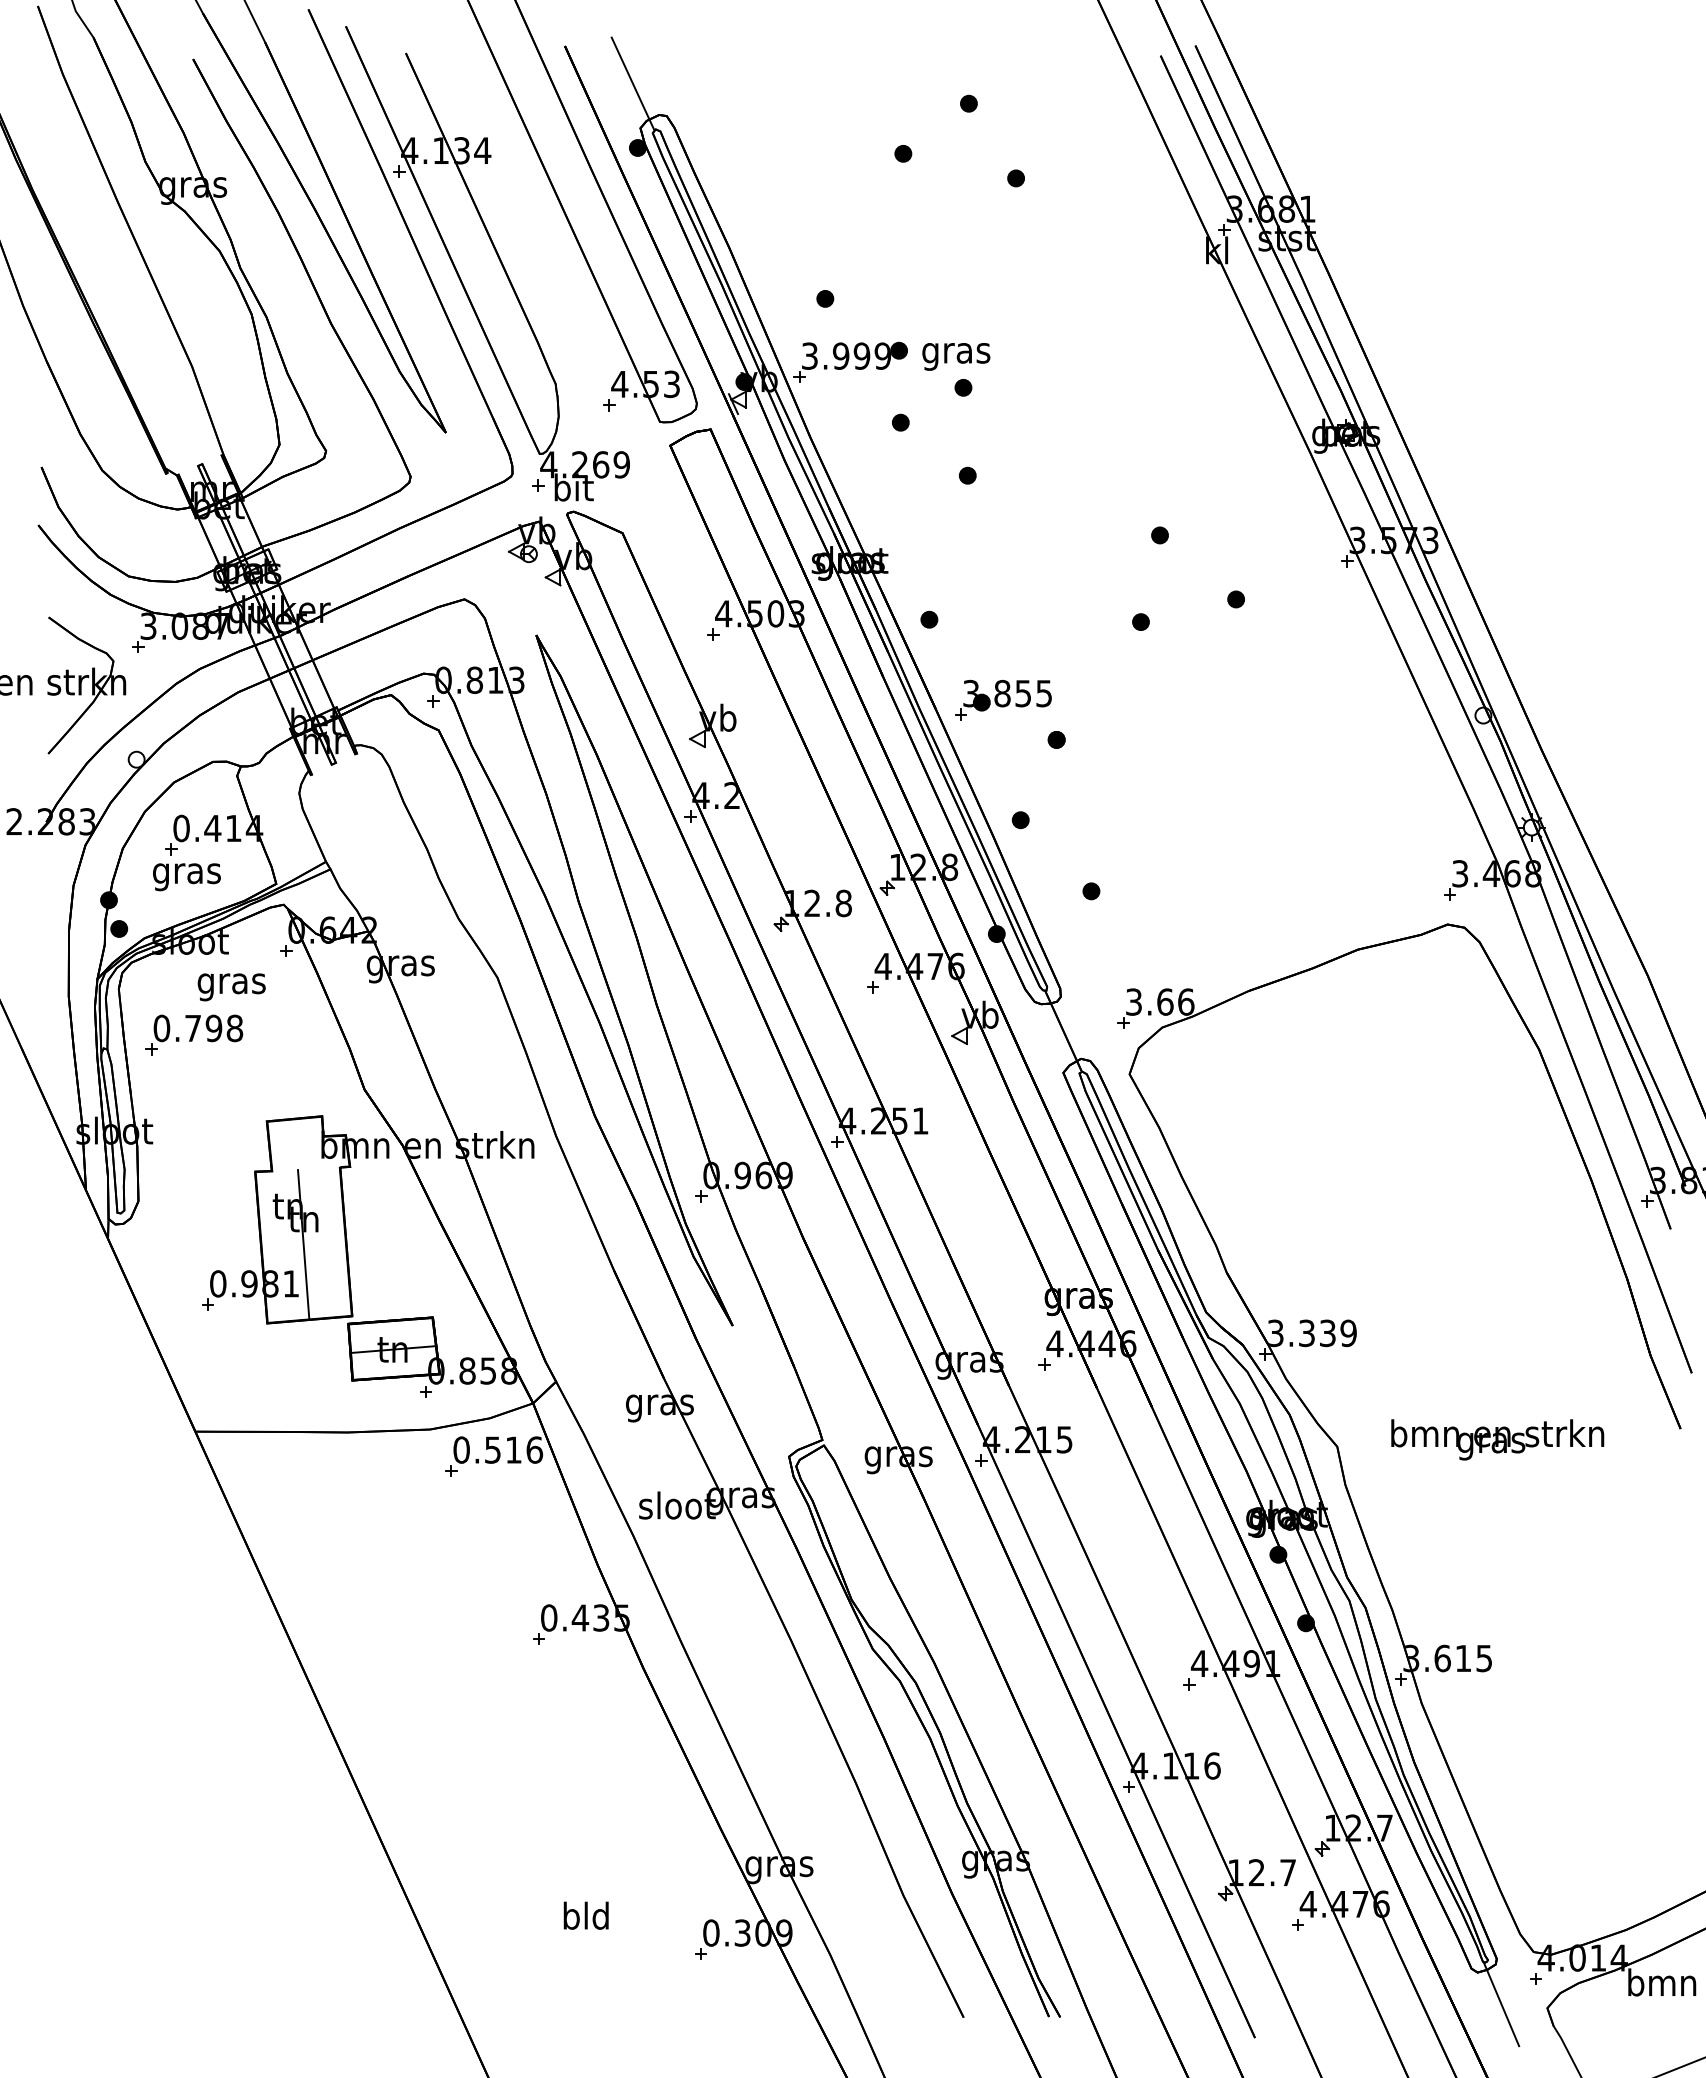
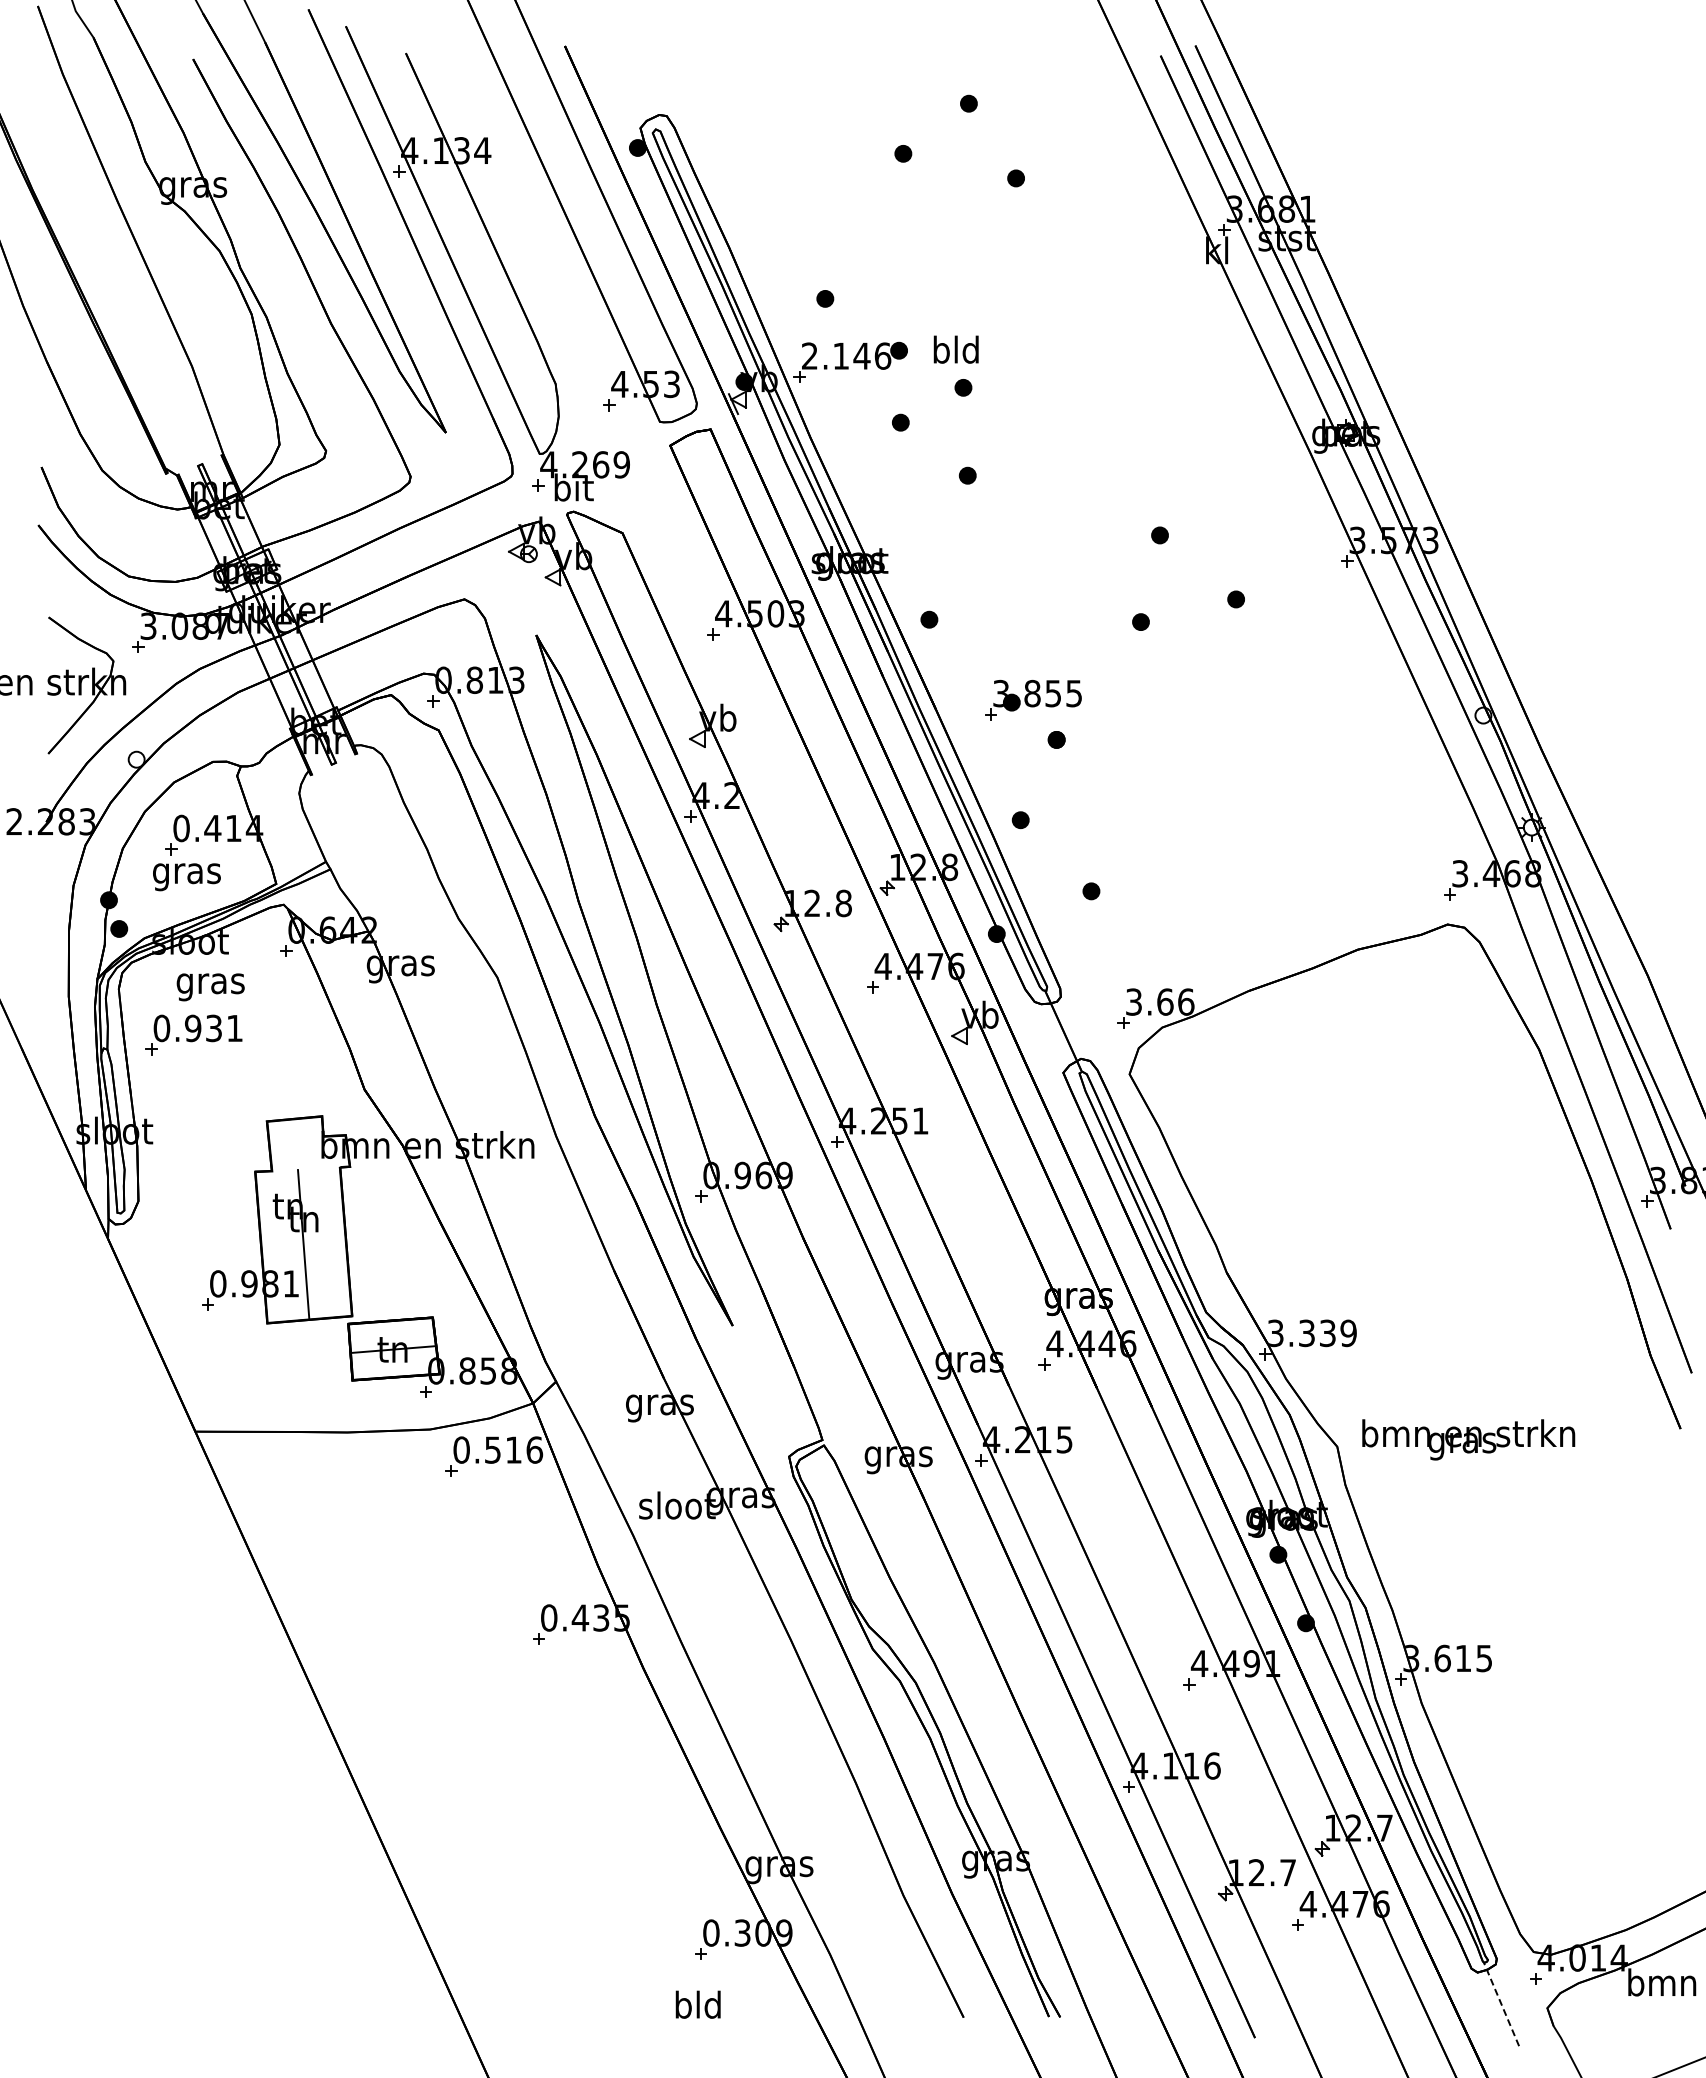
line at (632, 83): present -> none
text at (956, 352): gras -> bld
text at (846, 355): 3.999 -> 2.146
part at (1003, 700) position: (1003, 700) -> (1033, 700)
text at (231, 987) position: (231, 987) -> (210, 987)
text at (214, 1028): 0.798 -> 0.931
text at (1497, 1439) position: (1497, 1439) -> (1468, 1439)
text at (585, 1915) position: (585, 1915) -> (697, 2004)
line at (1501, 2004): solid -> dashed
